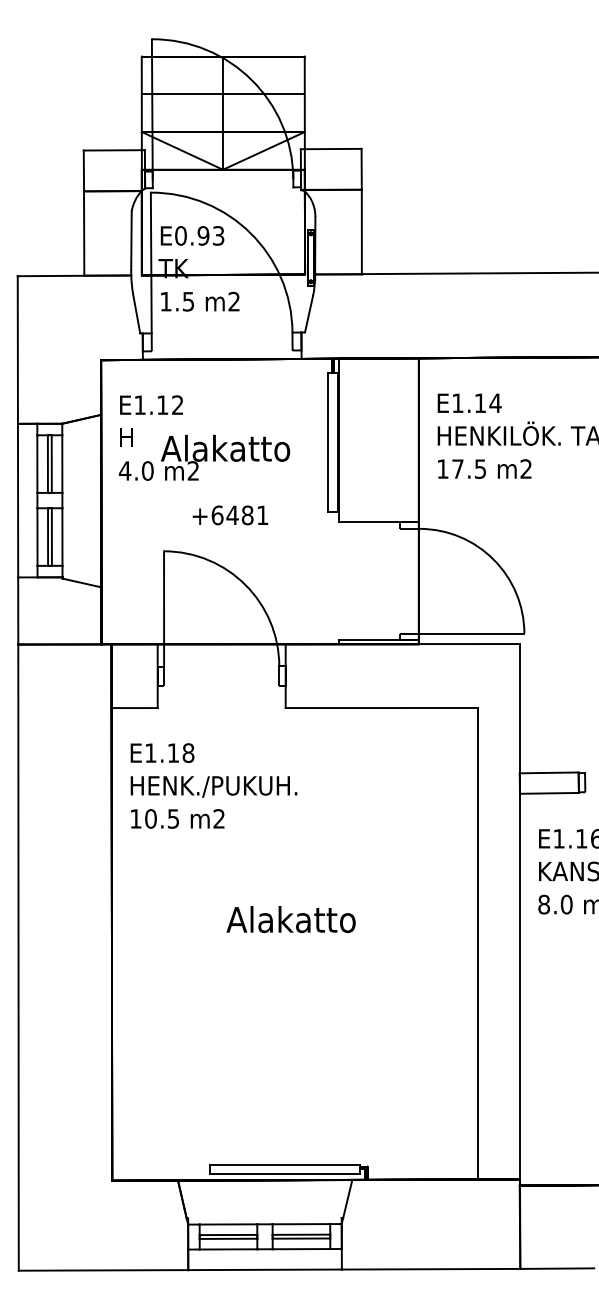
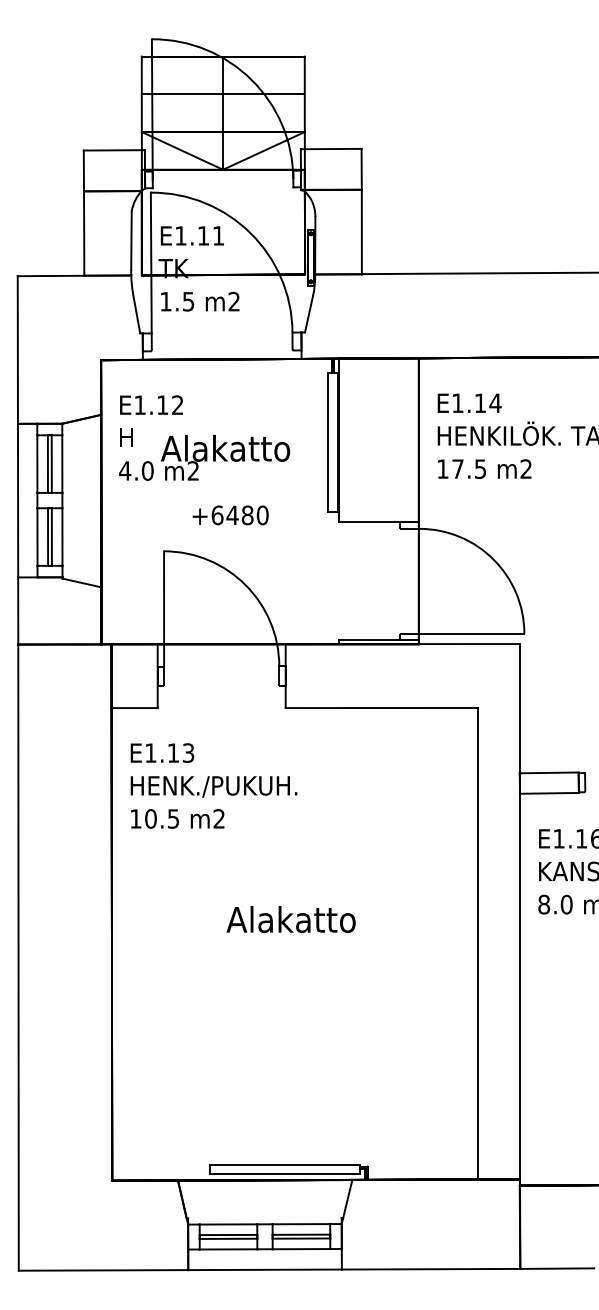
text at (199, 235): E0.93 -> E1.11
text at (262, 515): +6481 -> +6480
text at (188, 752): E1.18 -> E1.13
